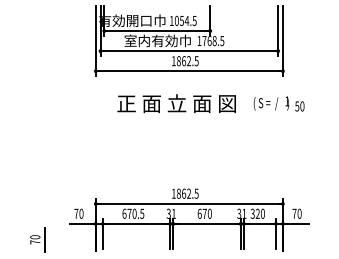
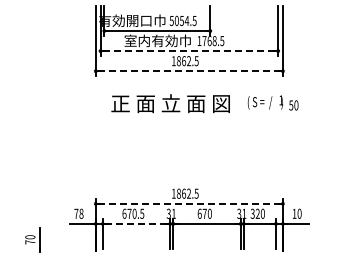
text at (171, 21): 1054.5 -> 5054.5
line at (189, 51): solid -> dashed
line at (189, 71): solid -> dashed
text at (176, 103) position: (176, 103) -> (170, 103)
text at (278, 103) position: (278, 103) -> (272, 102)
line at (189, 203): solid -> dashed
text at (294, 213): 70 -> 10
text at (81, 214): 70 -> 78
line at (136, 223): solid -> dashed
part at (37, 239) position: (37, 239) -> (32, 239)
